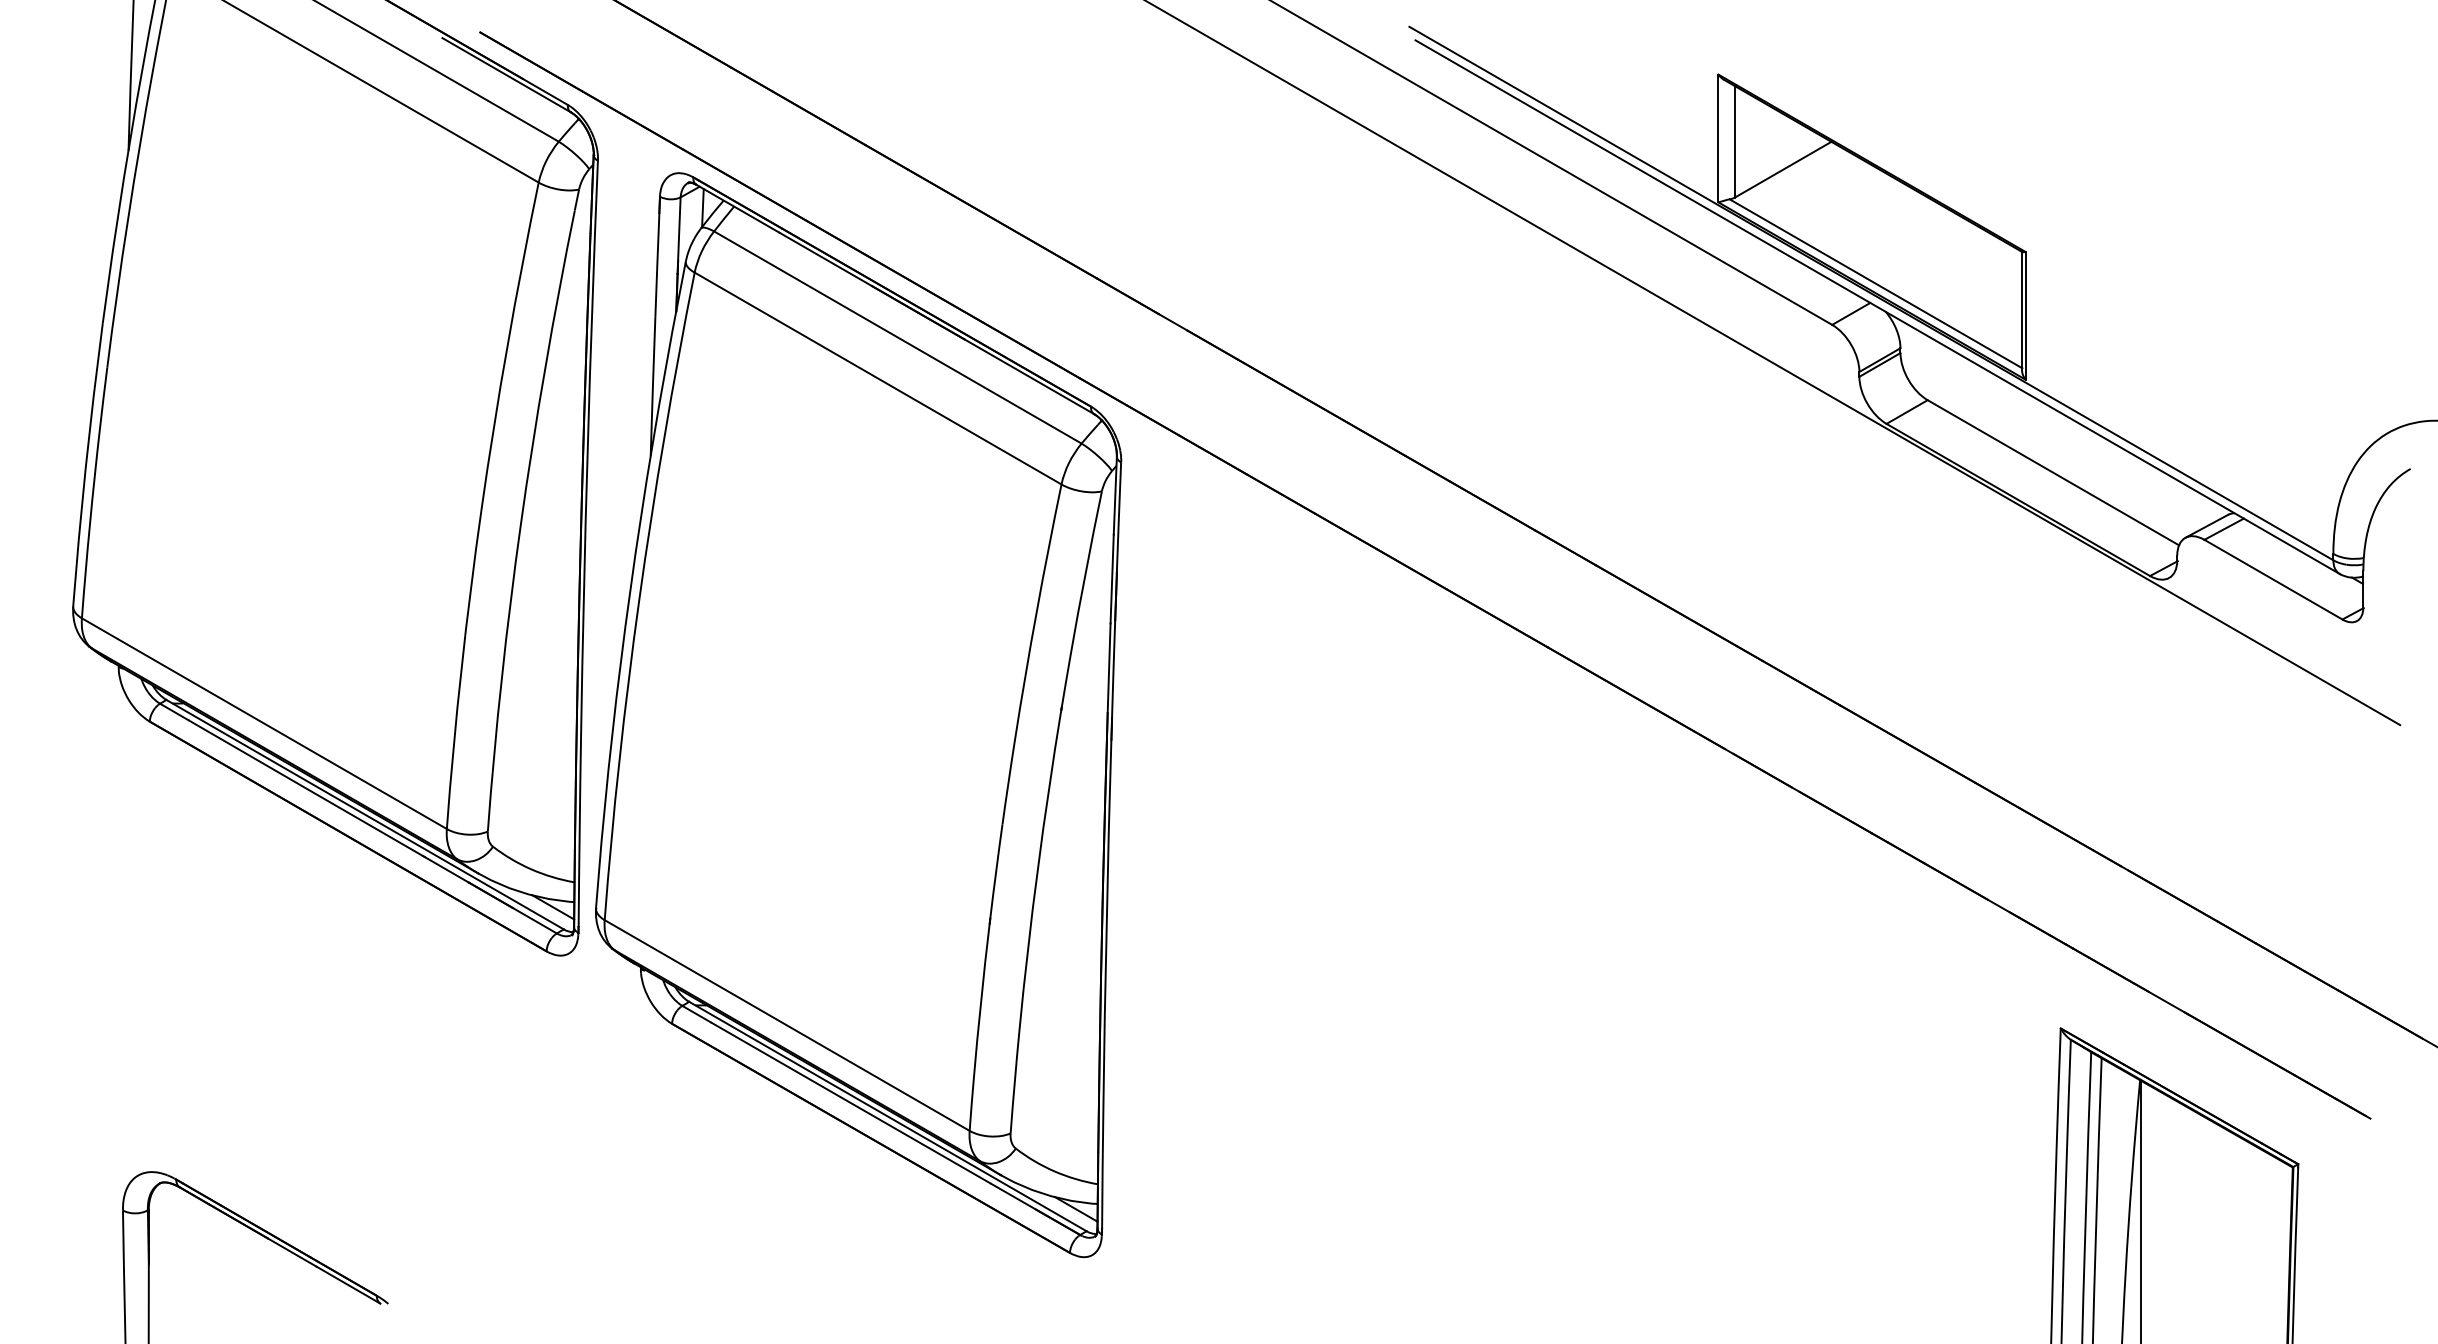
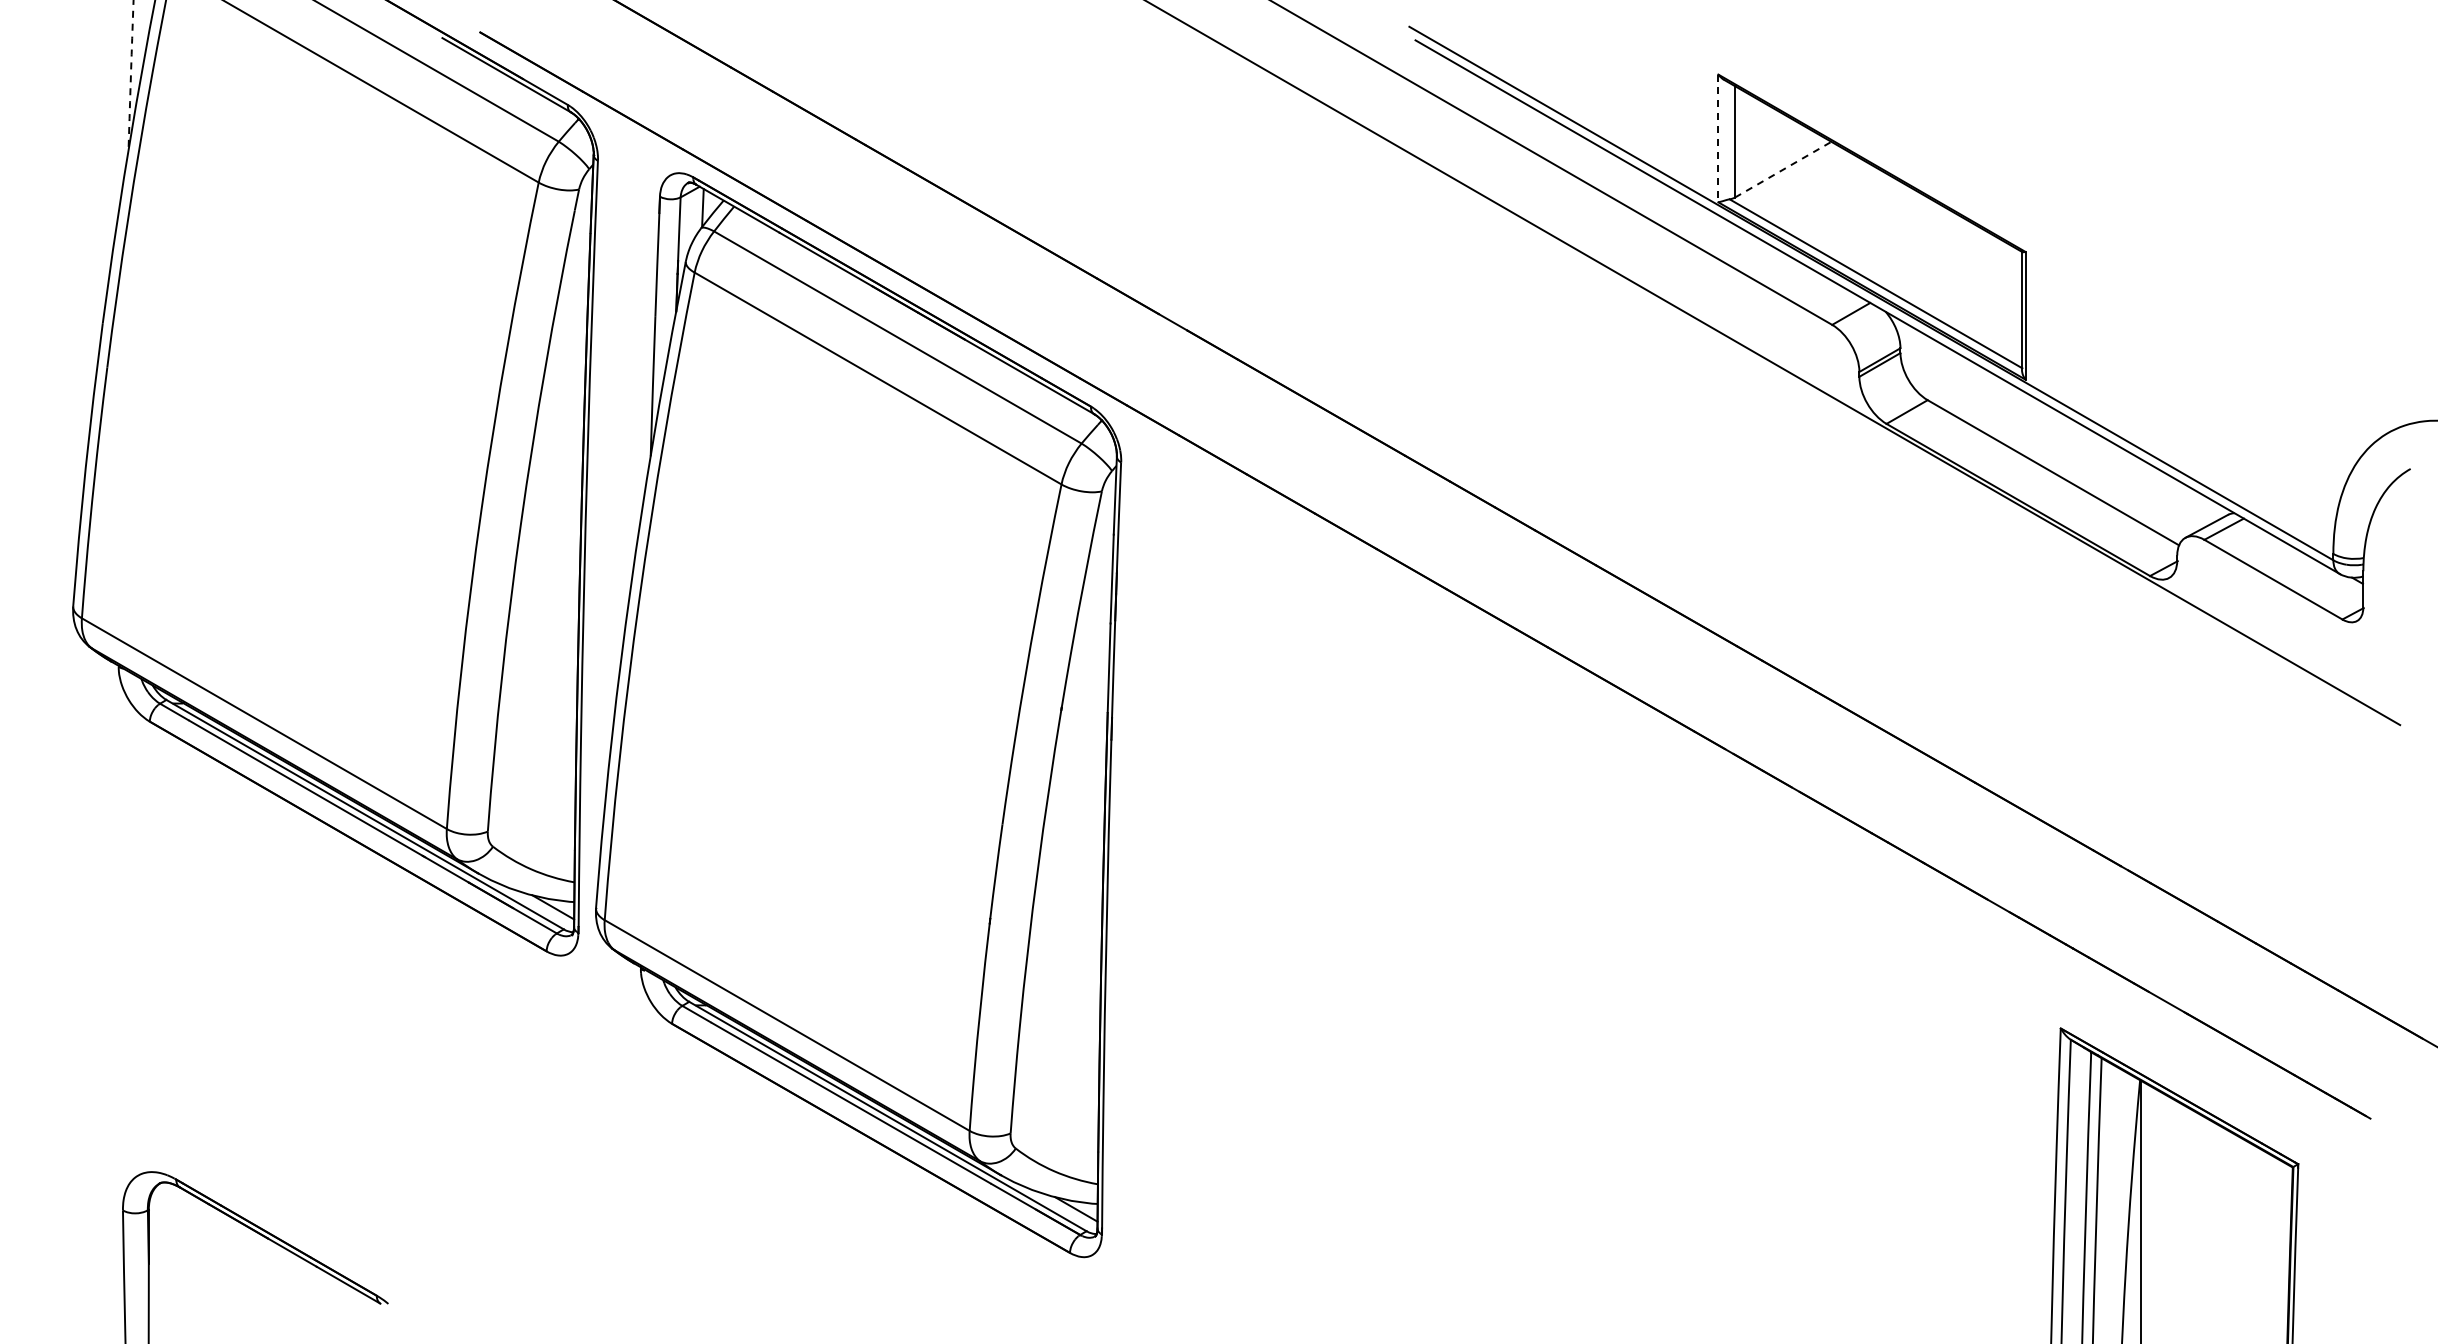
arc at (130, 76): solid -> dashed
line at (1718, 138): solid -> dashed
line at (1783, 169): solid -> dashed
